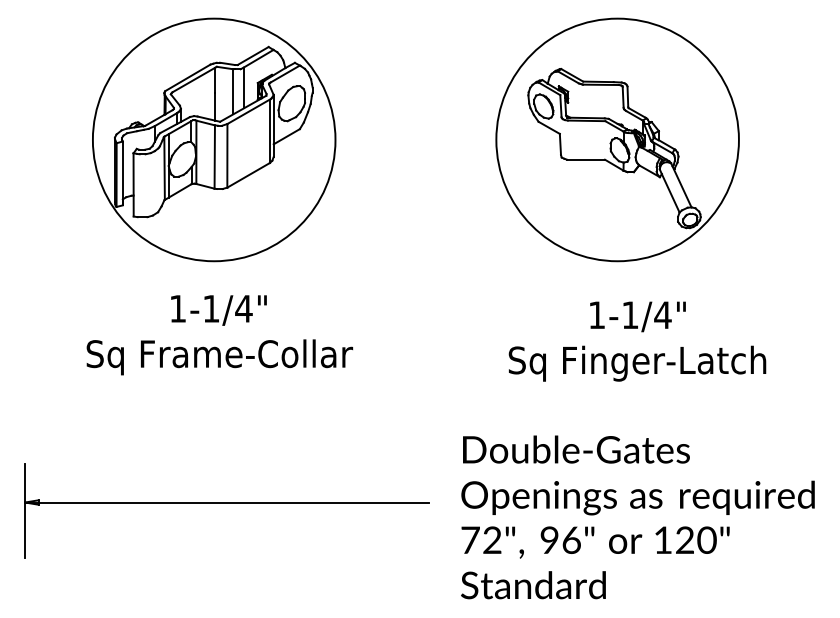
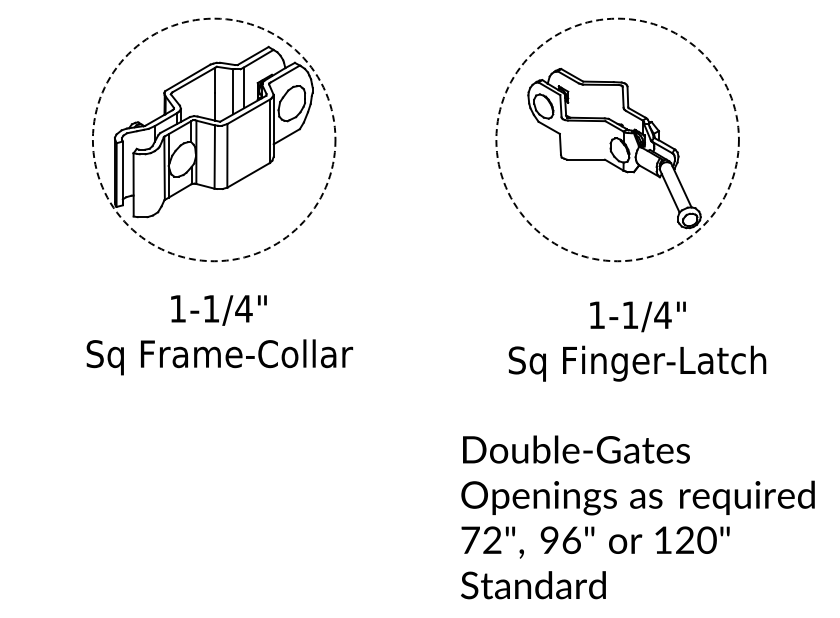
circle at (213, 139): solid -> dashed
circle at (617, 139): solid -> dashed
part at (226, 503): present -> none
